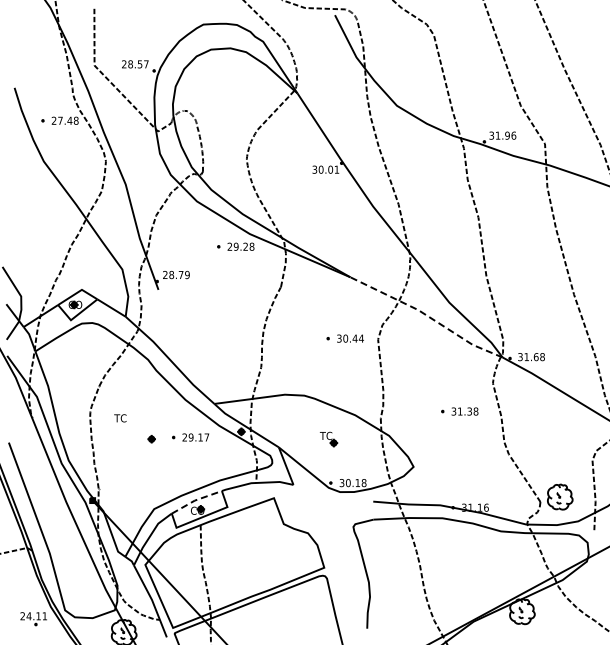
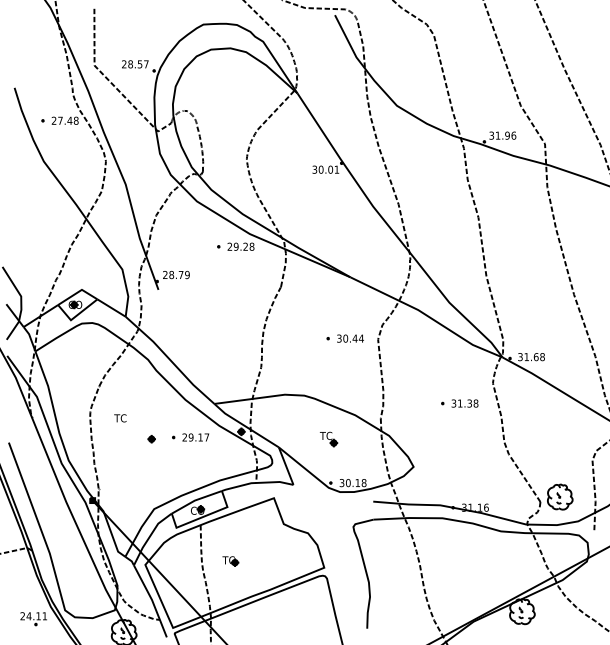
line at (427, 315): dashed -> solid
part at (459, 411) position: (459, 411) -> (459, 403)
line at (195, 500): dashed -> solid
part at (230, 561): none -> present
